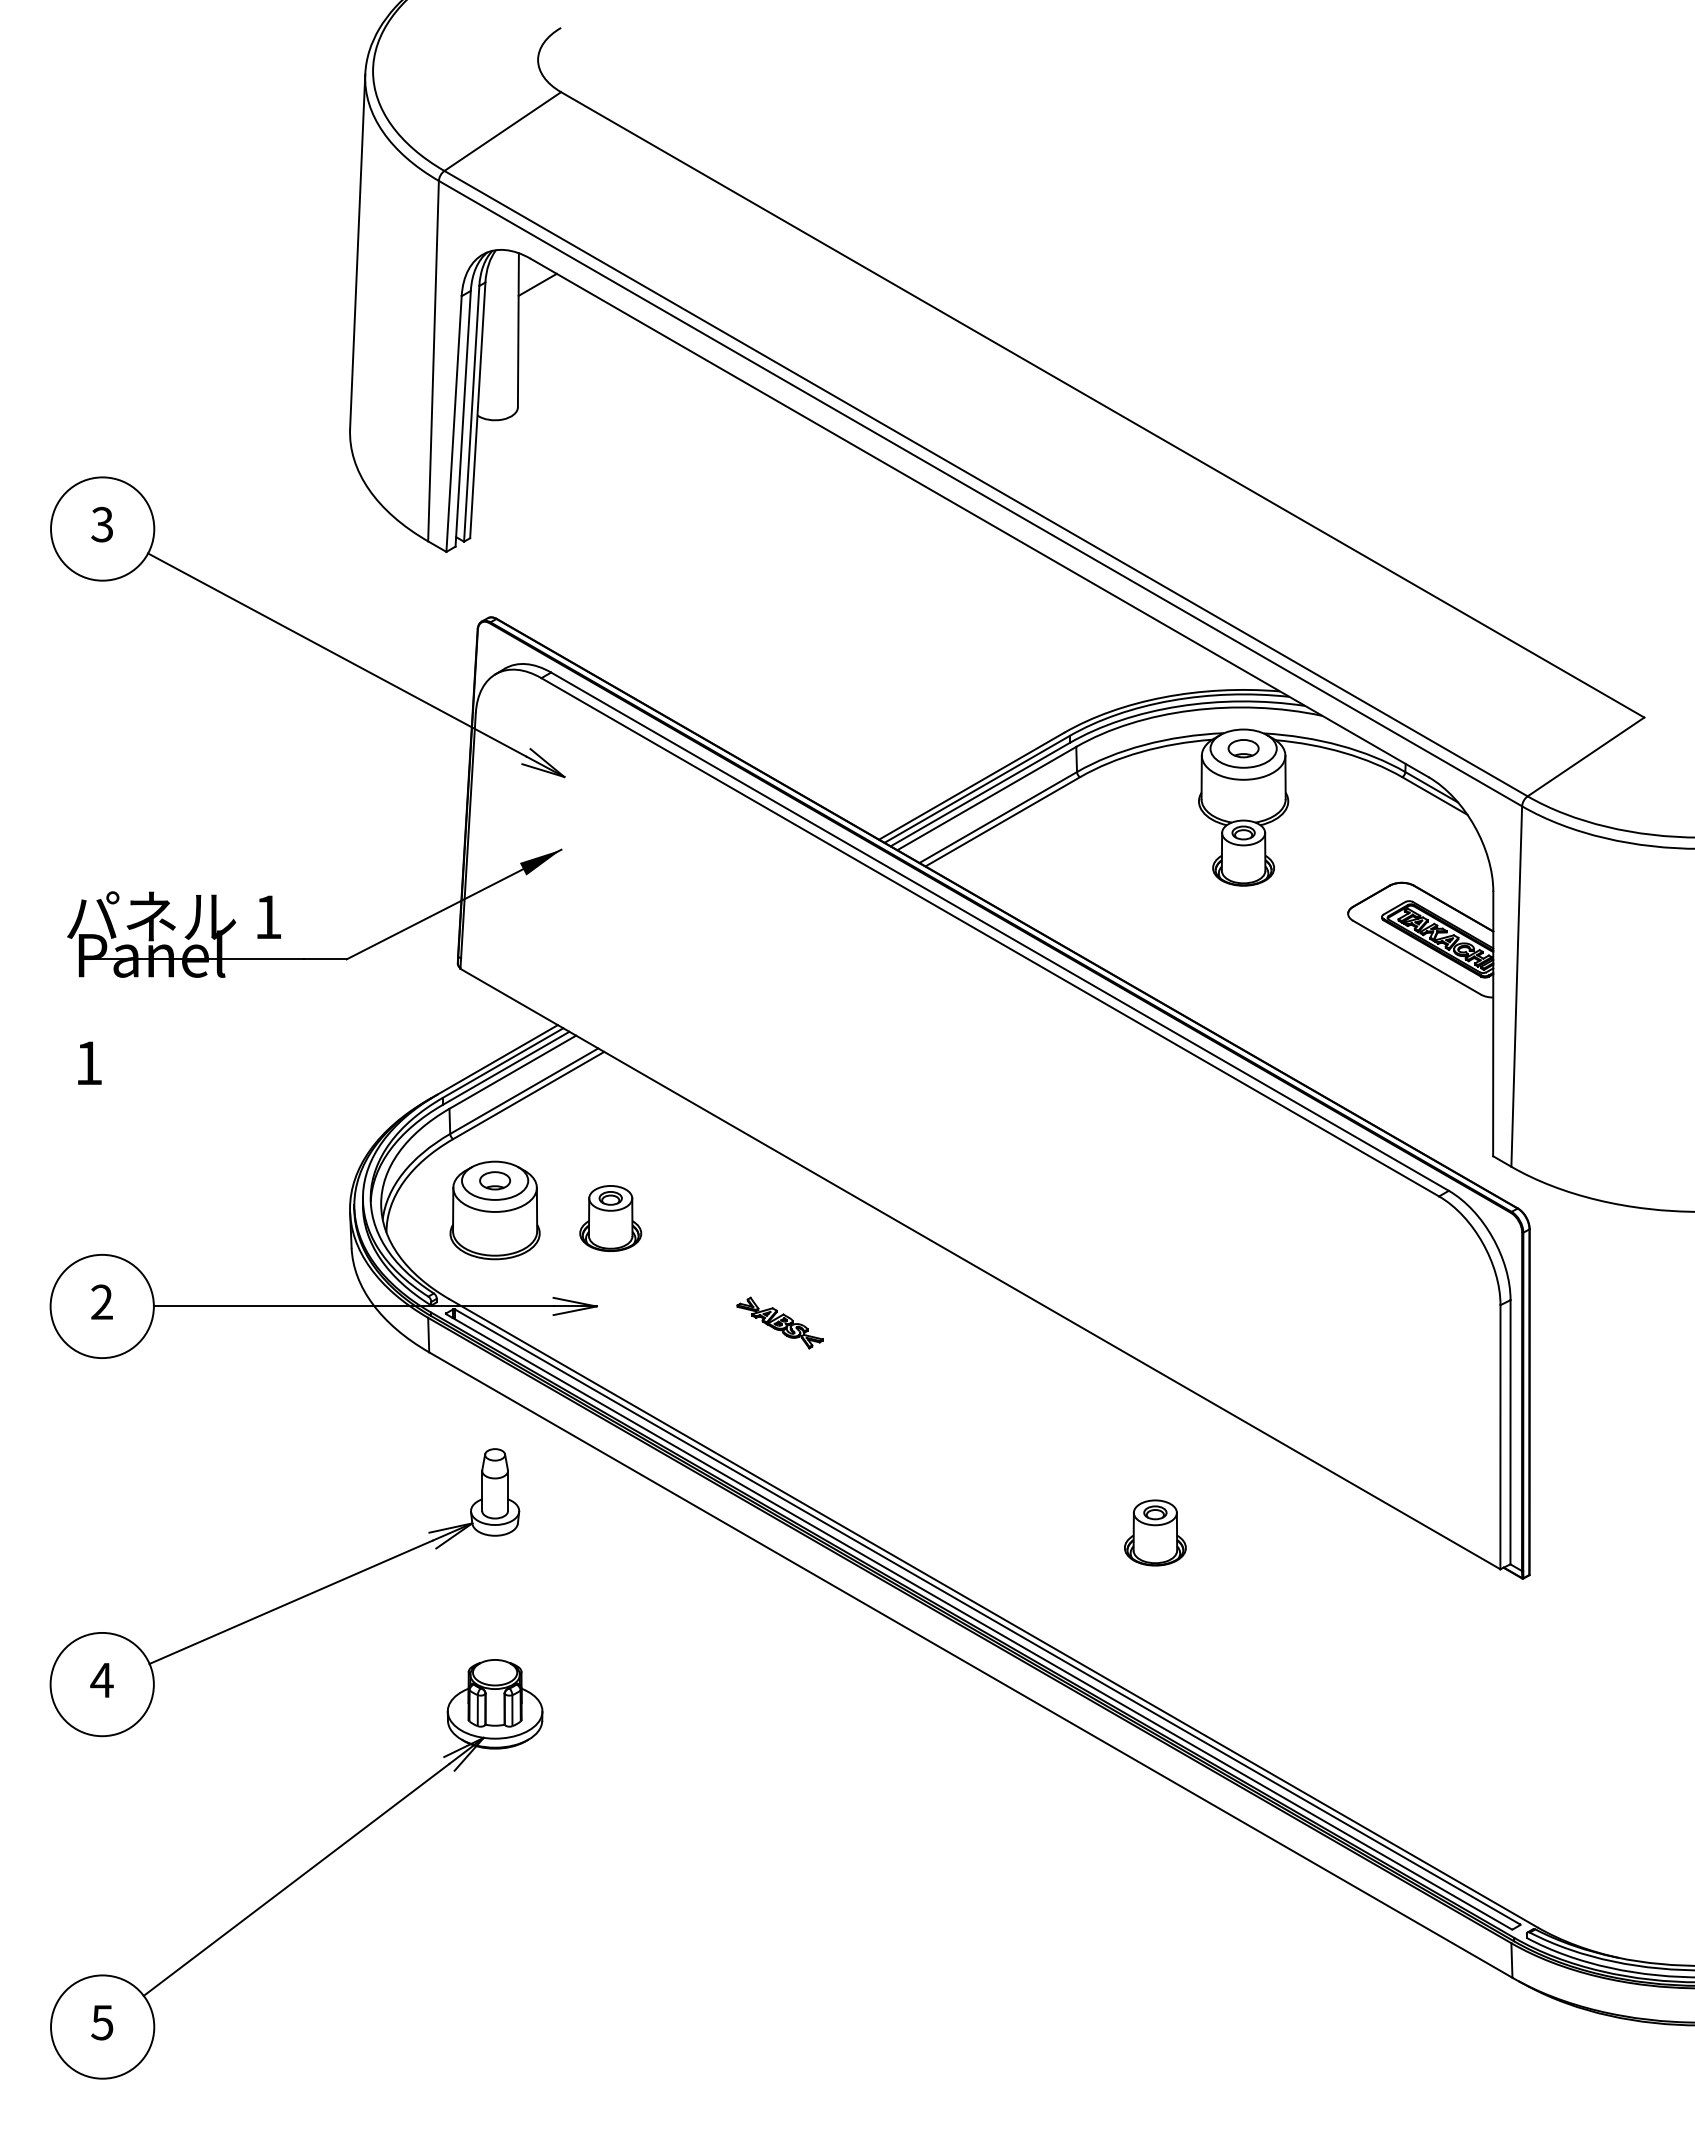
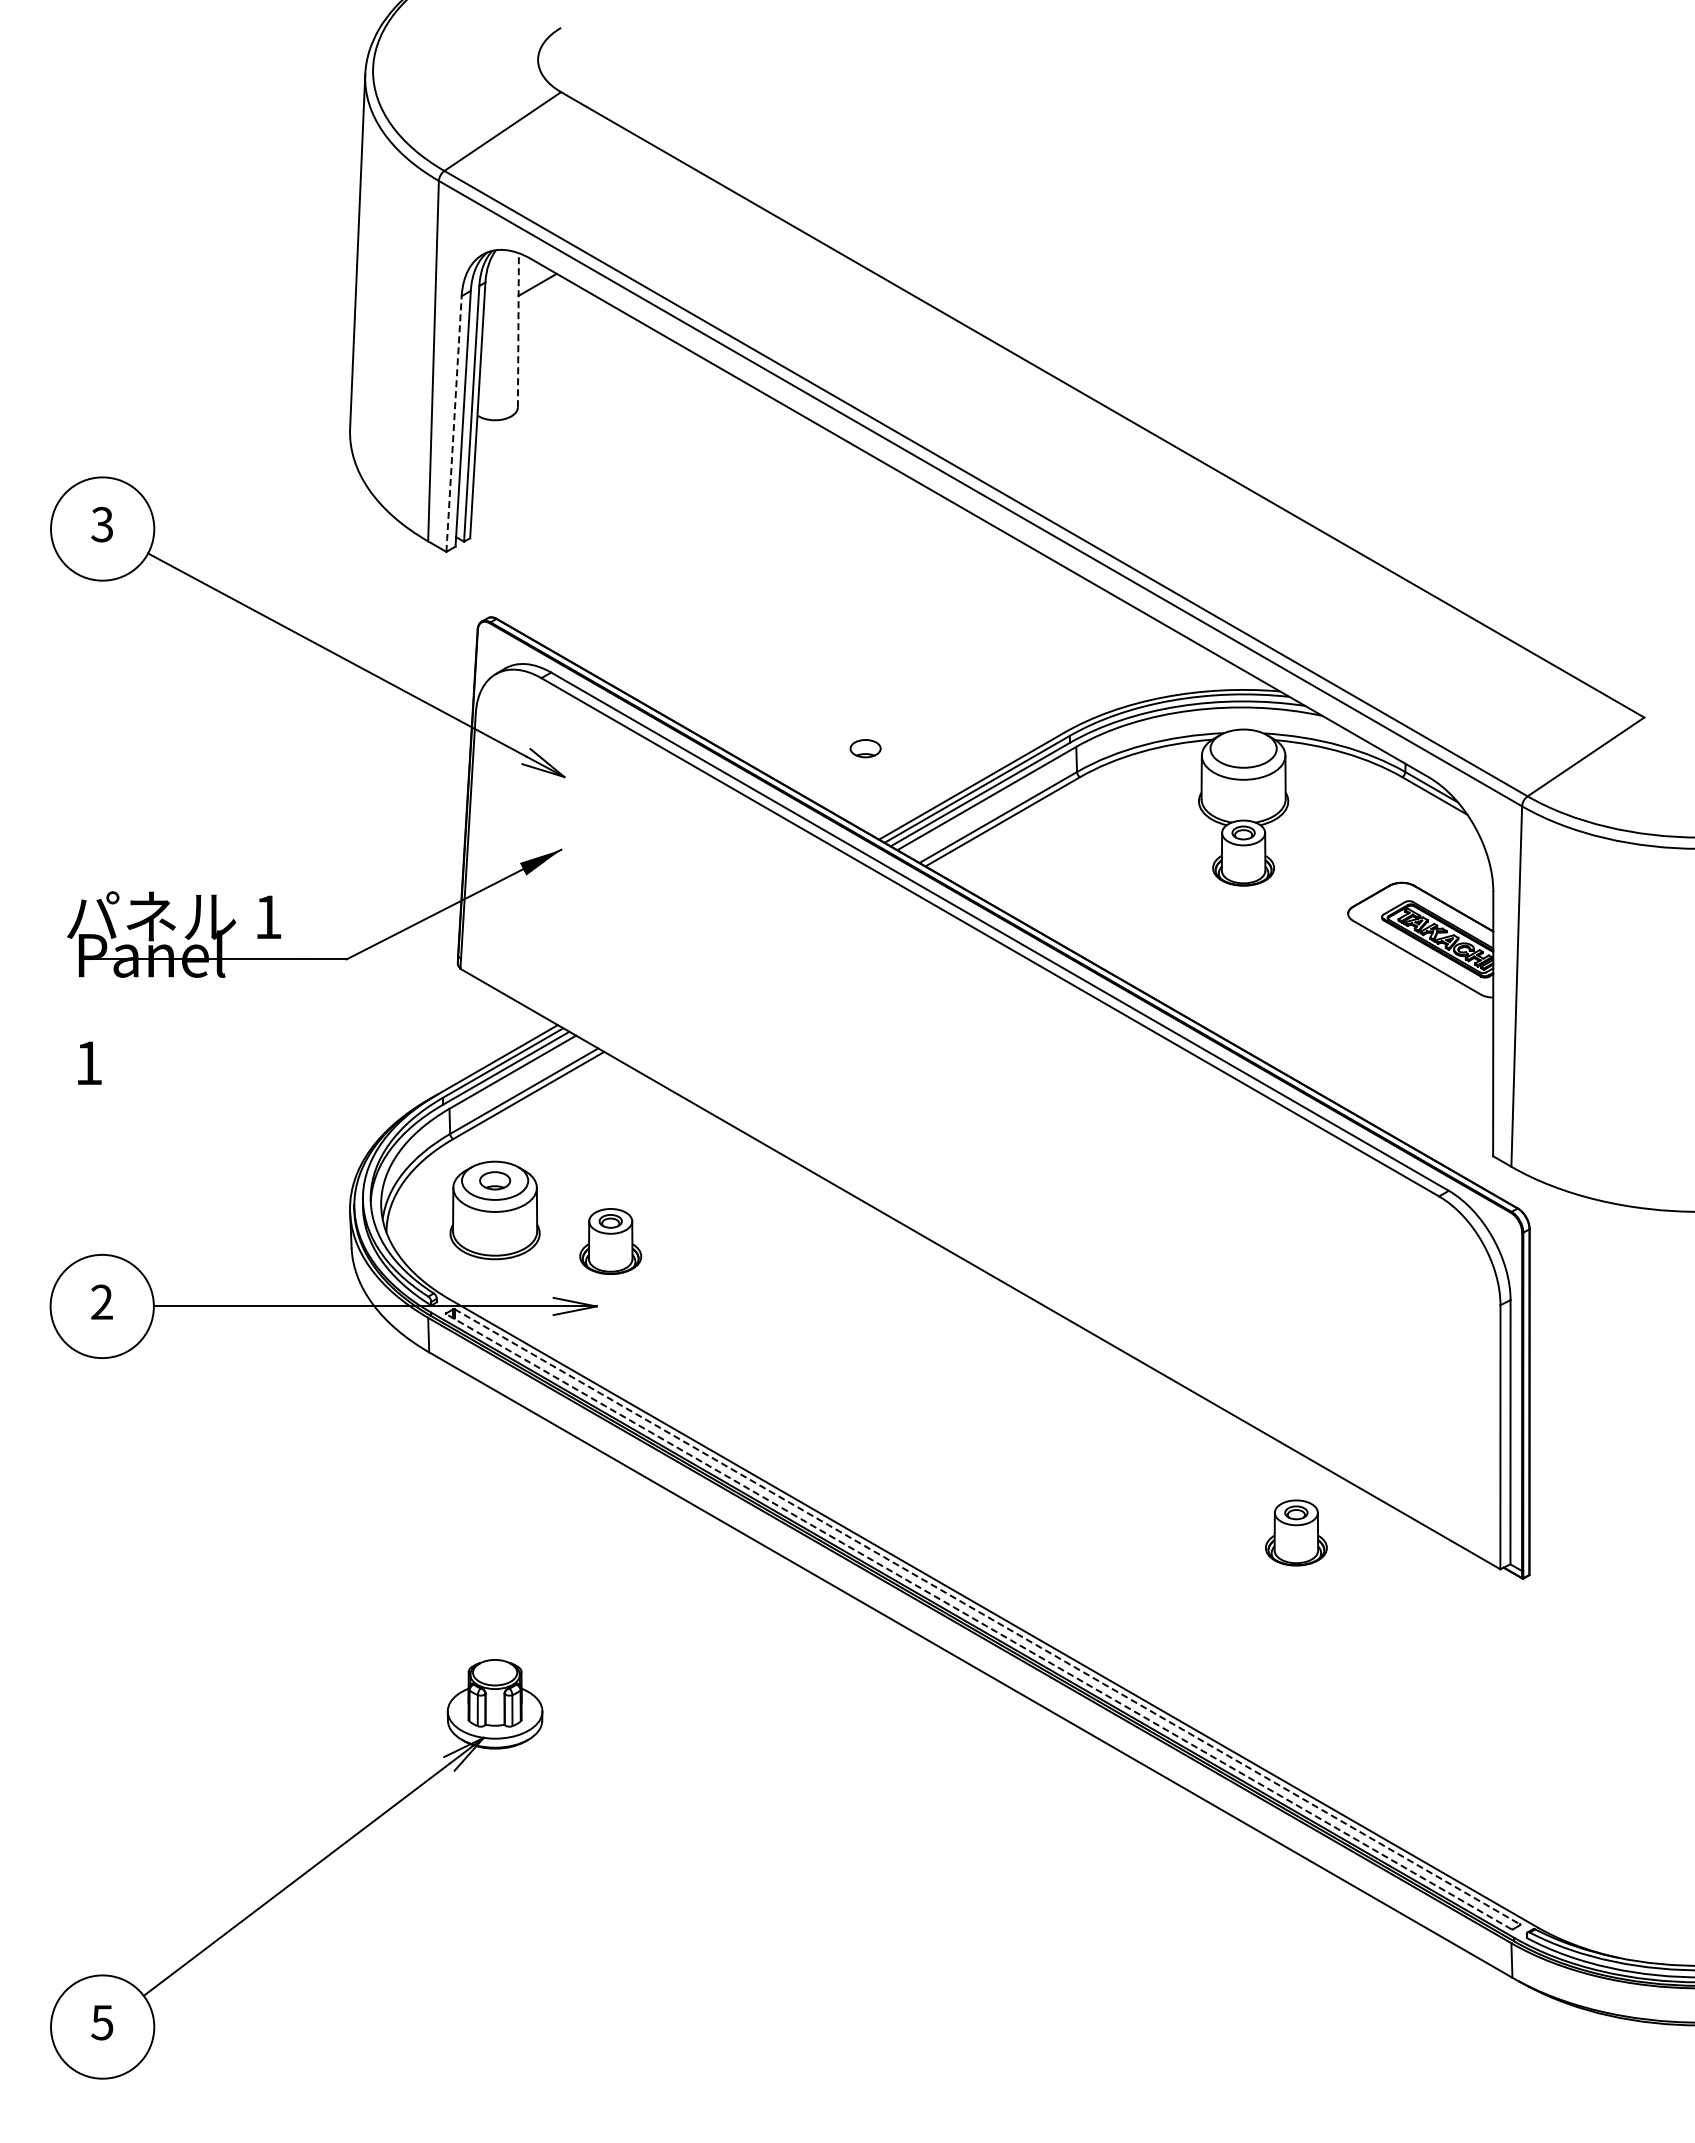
line at (518, 330): solid -> dashed
line at (454, 423): solid -> dashed
part at (1243, 748) position: (1243, 748) -> (865, 748)
part at (610, 1218) position: (610, 1218) -> (610, 1241)
part at (779, 1322): present -> none
part at (1155, 1532) position: (1155, 1532) -> (1296, 1532)
part at (287, 1602): present -> none
line at (987, 1617): solid -> dashed
line at (978, 1621): solid -> dashed
